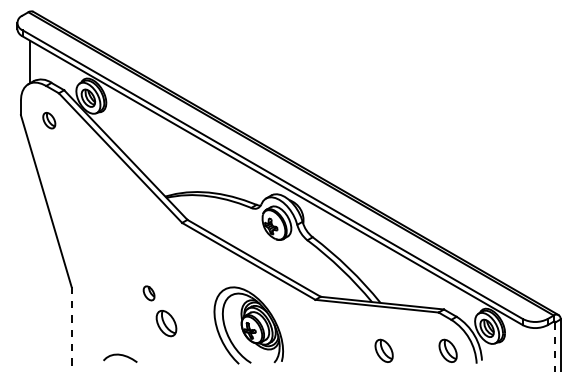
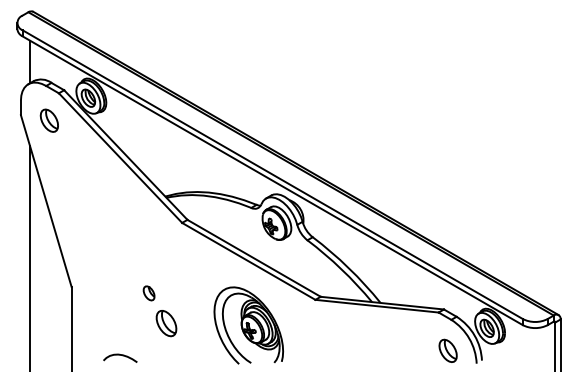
part at (49, 120) size: 15x18 px -> 20x25 px
line at (29, 256): none -> present
line at (71, 329): dashed -> solid
line at (555, 347): dashed -> solid
part at (383, 350): present -> none
